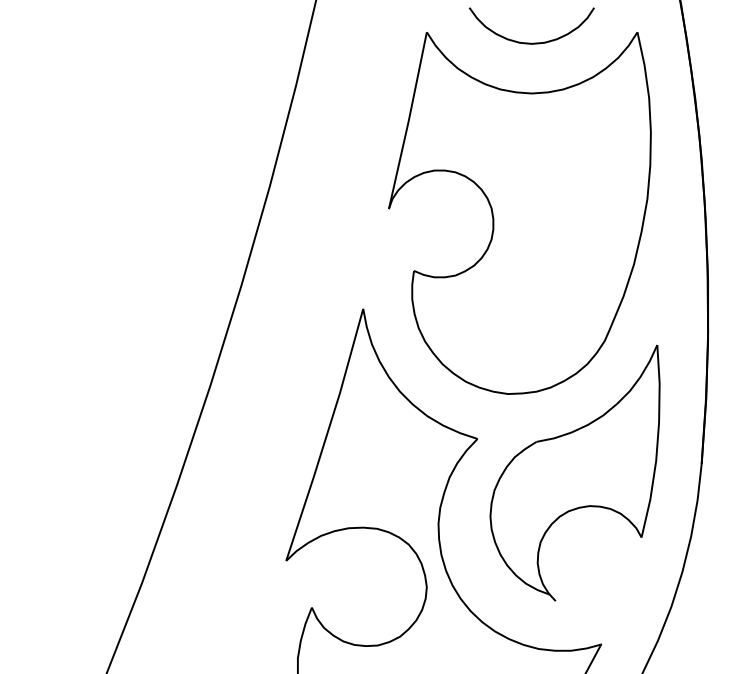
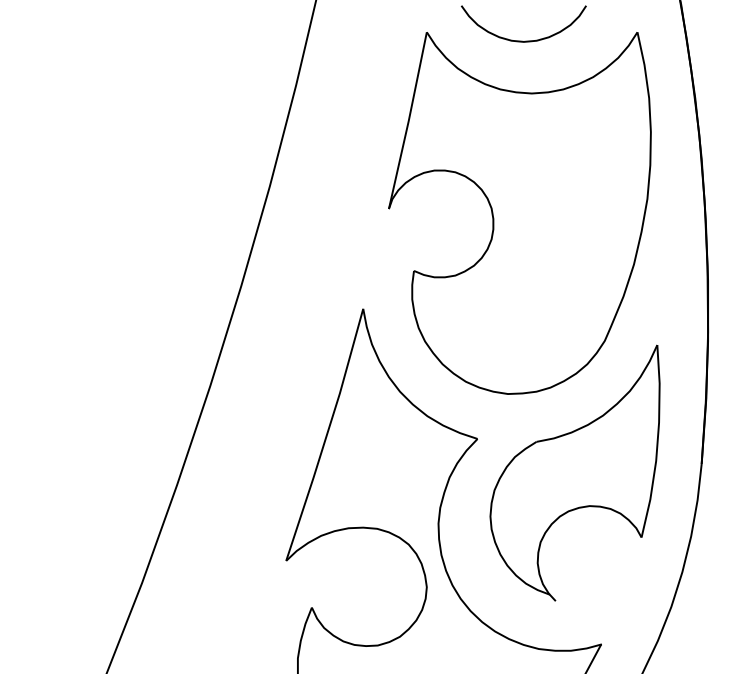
curve at (530, 42) position: (530, 42) -> (522, 40)
